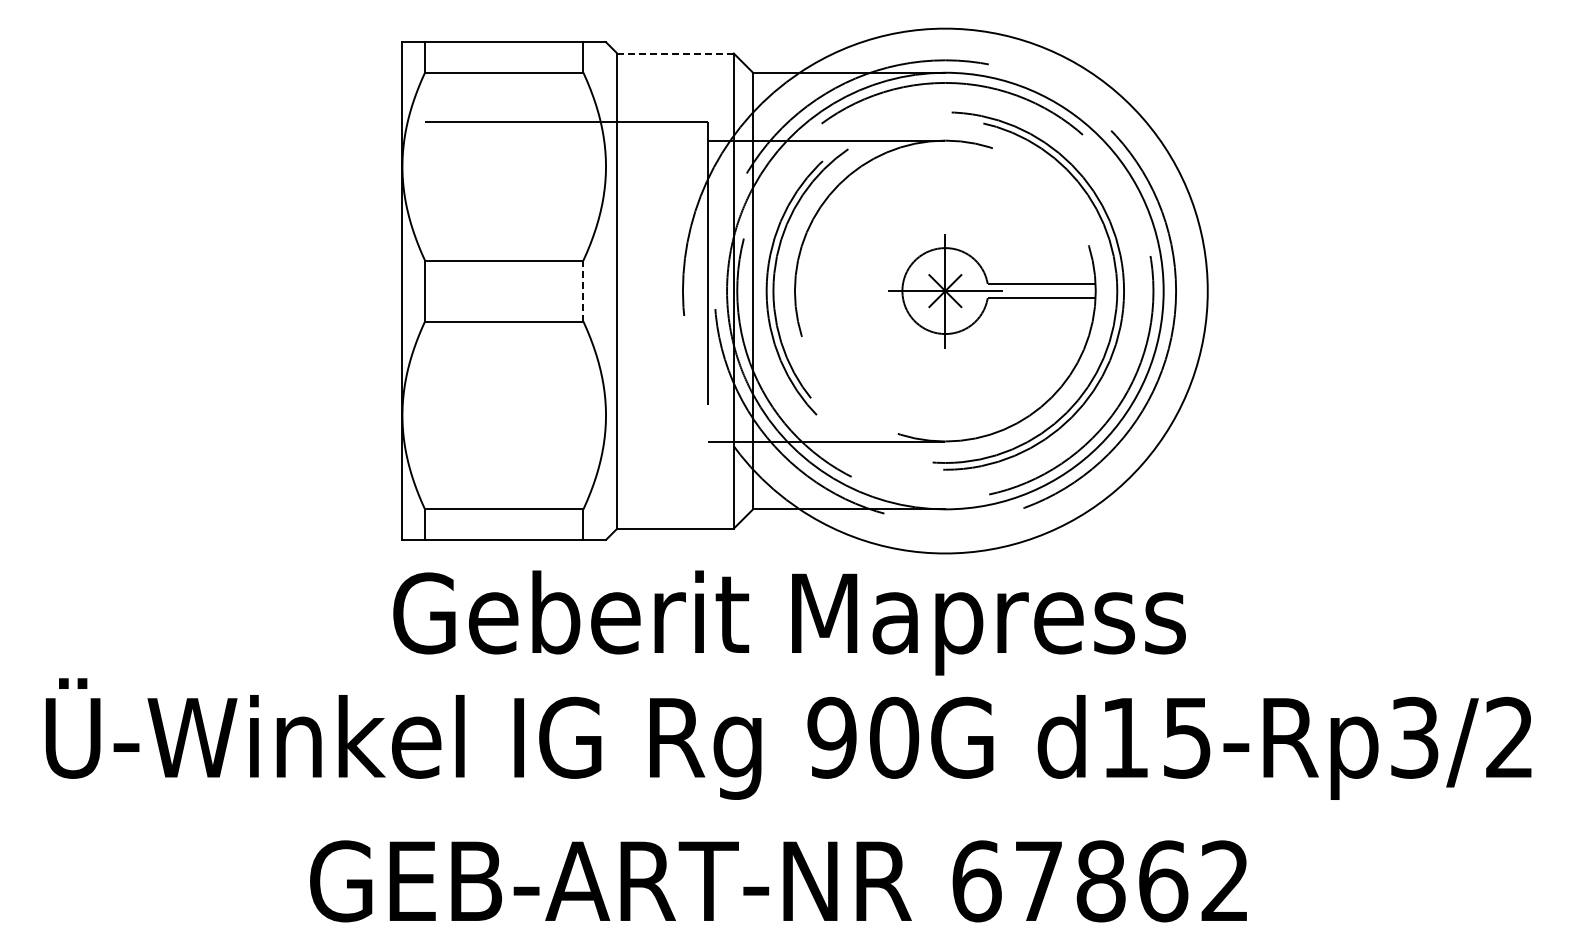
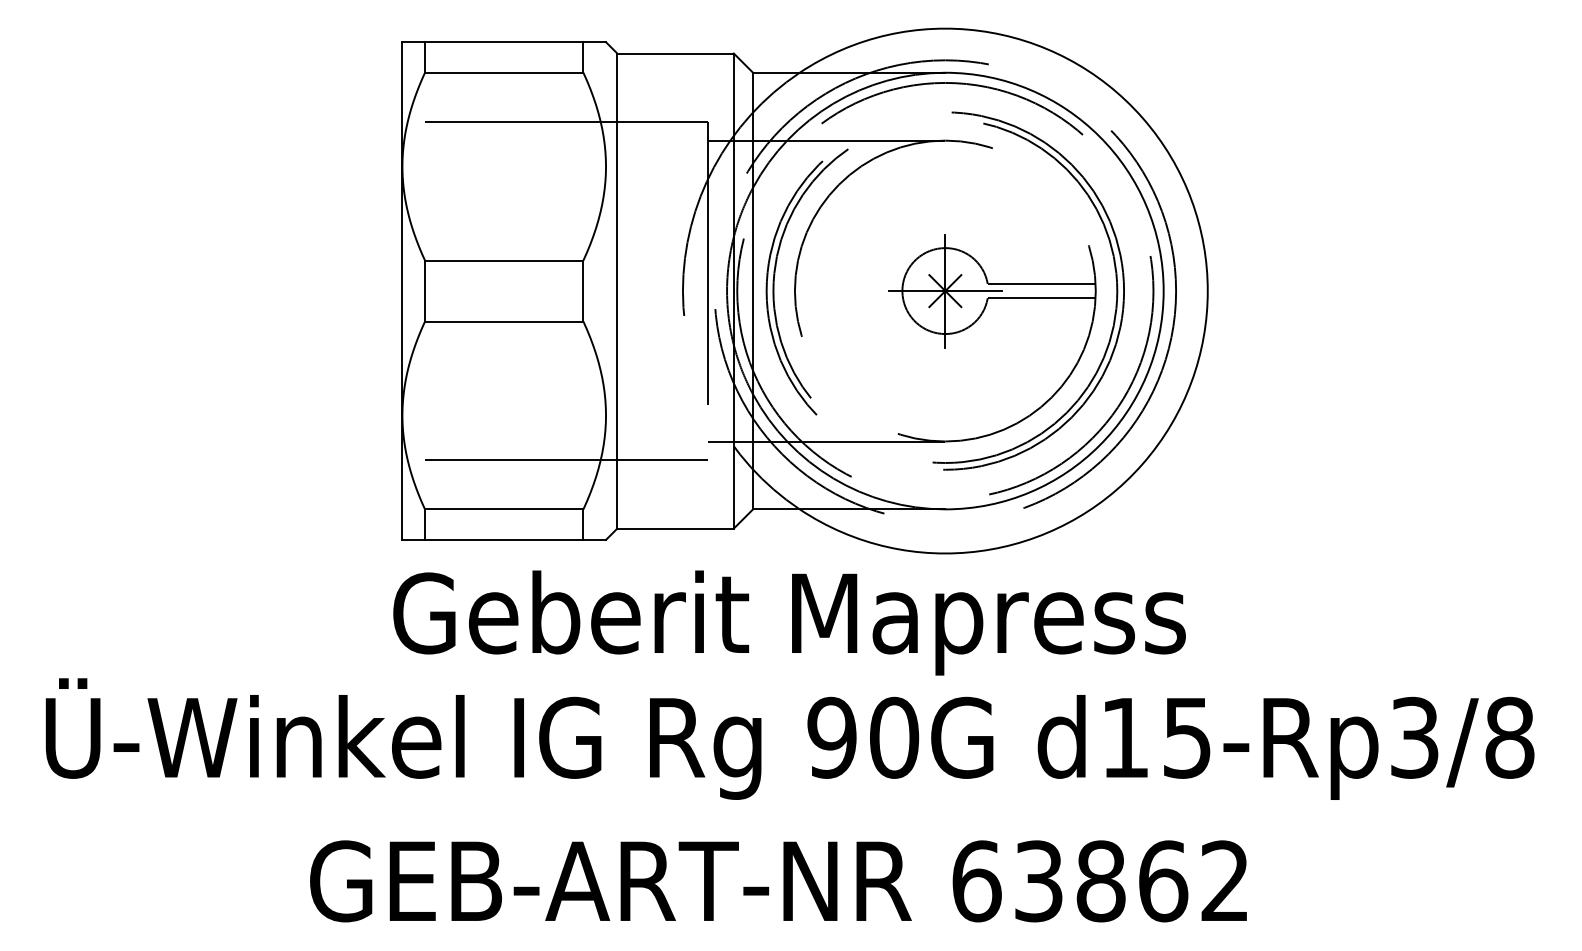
line at (675, 53): dashed -> solid
line at (583, 290): dashed -> solid
line at (554, 460): none -> present
text at (1509, 737): d15-Rp3/2 -> d15-Rp3/8
text at (1038, 881): 67862 -> 63862
